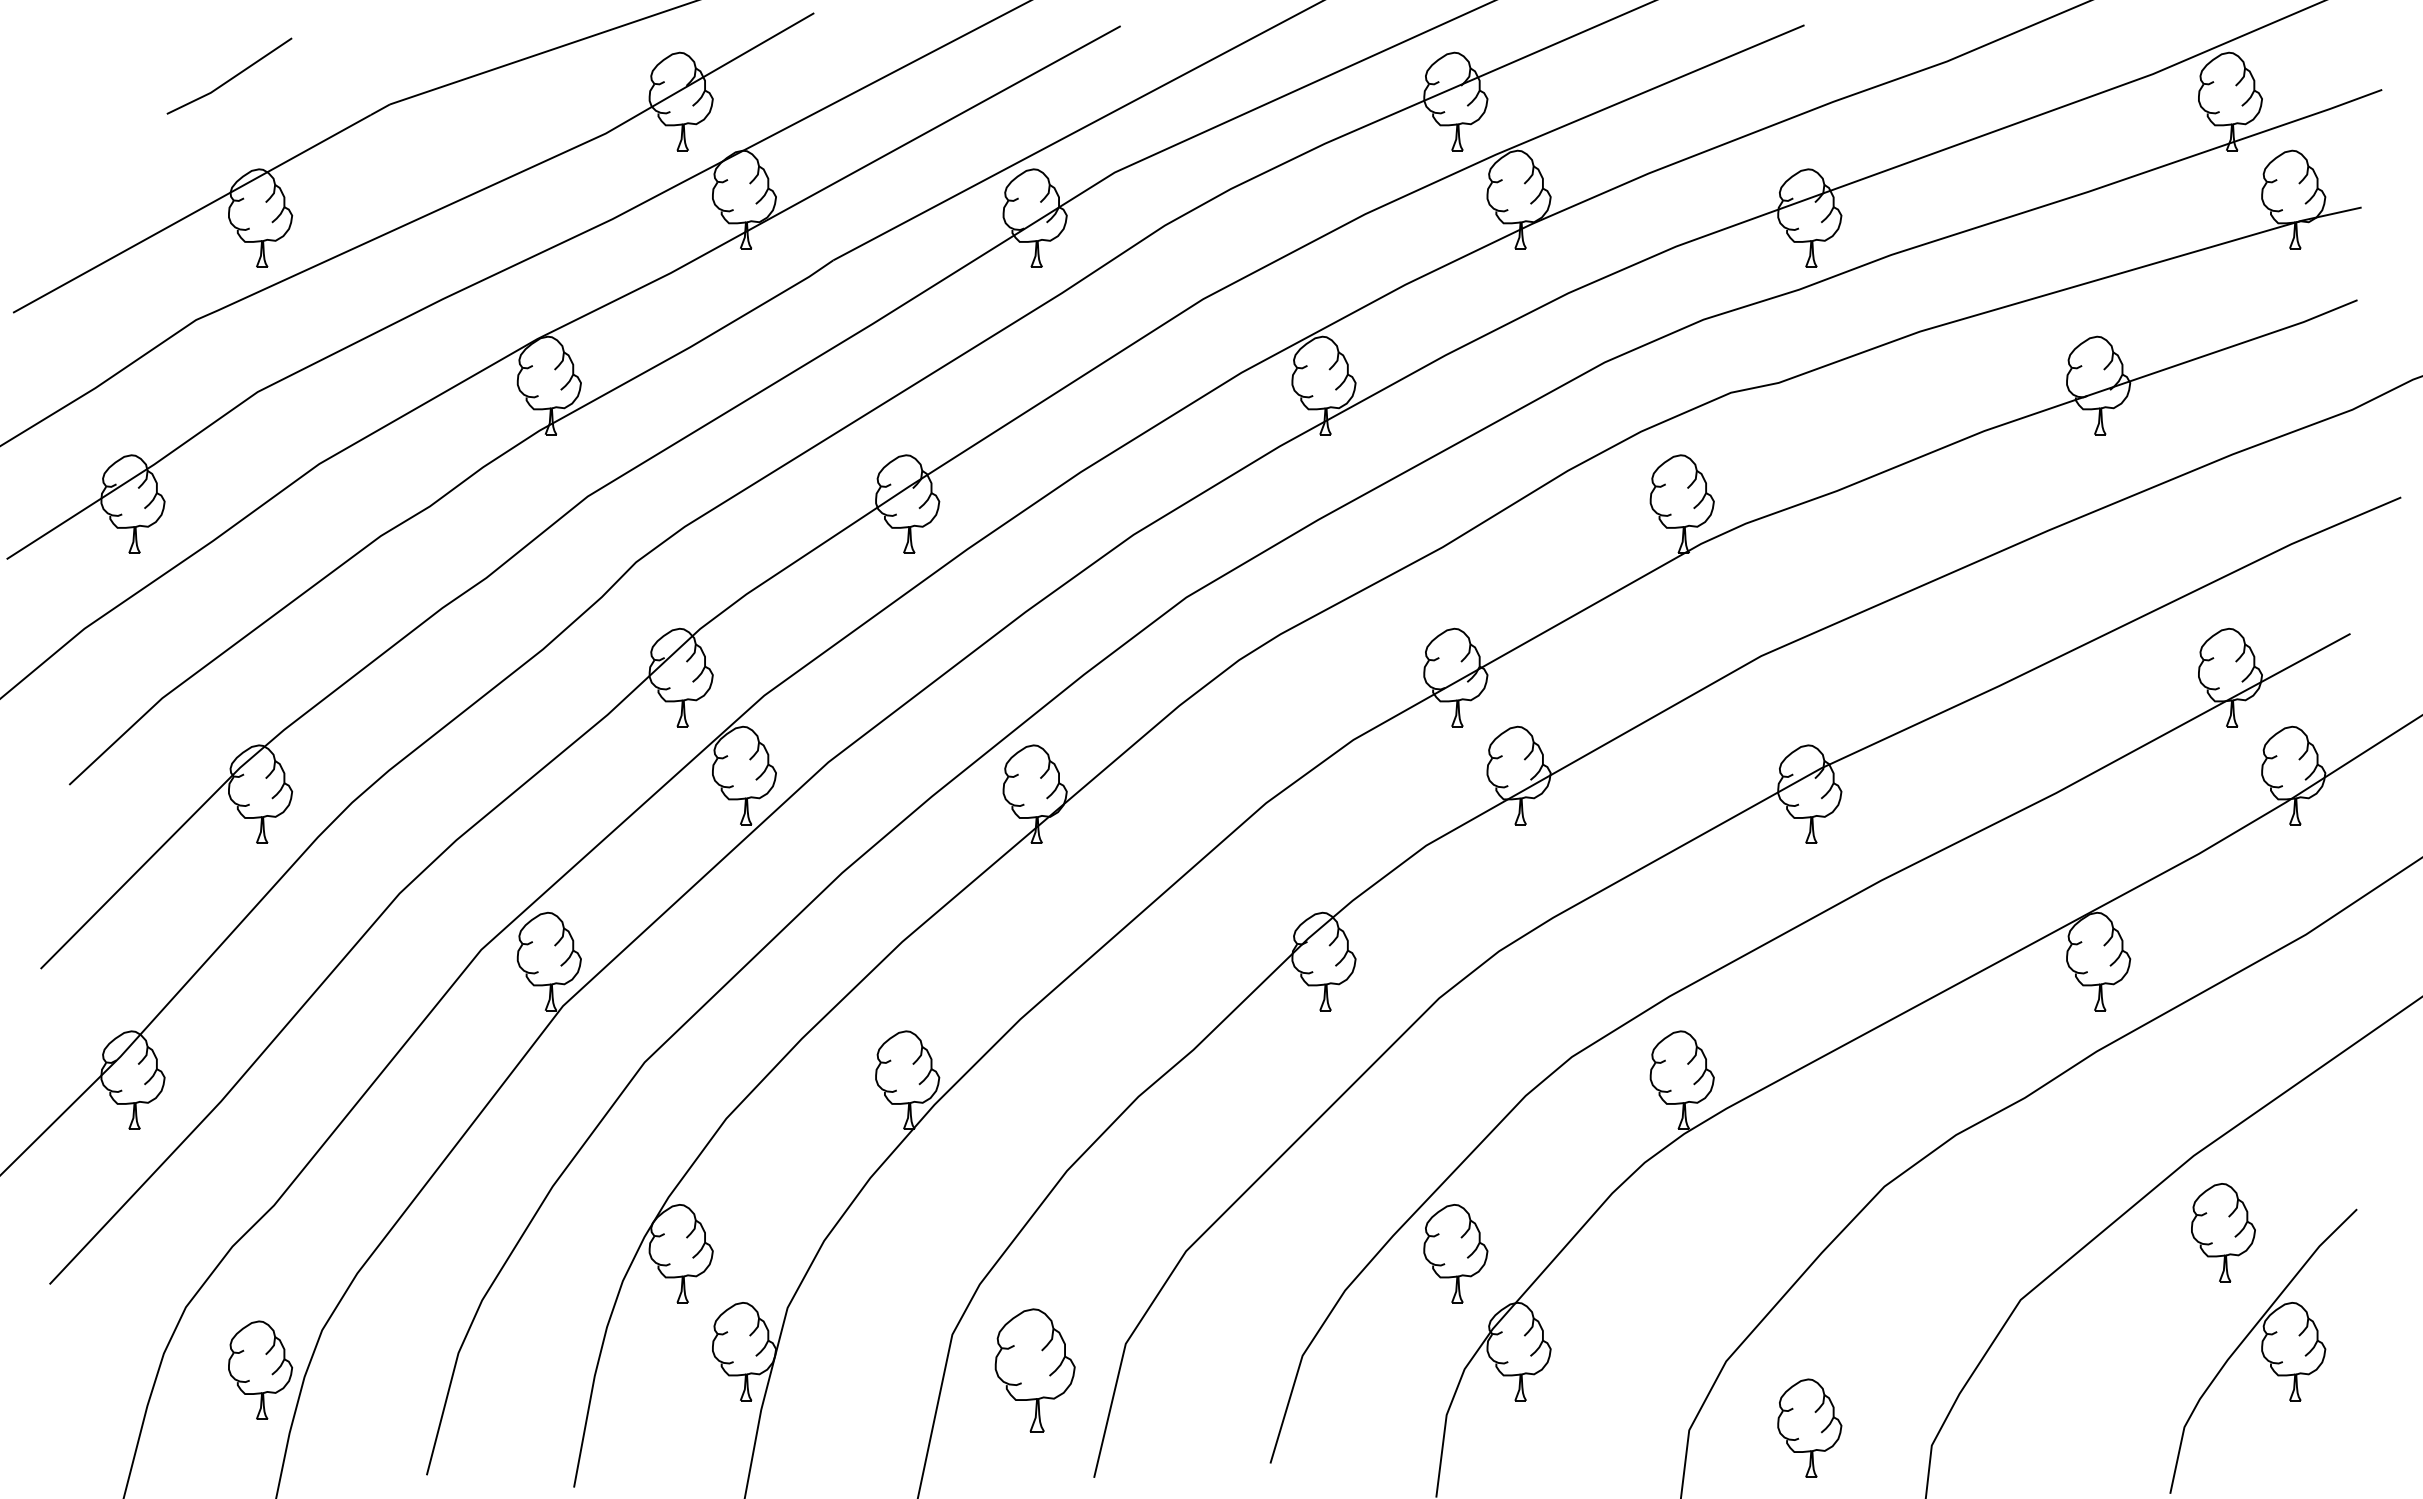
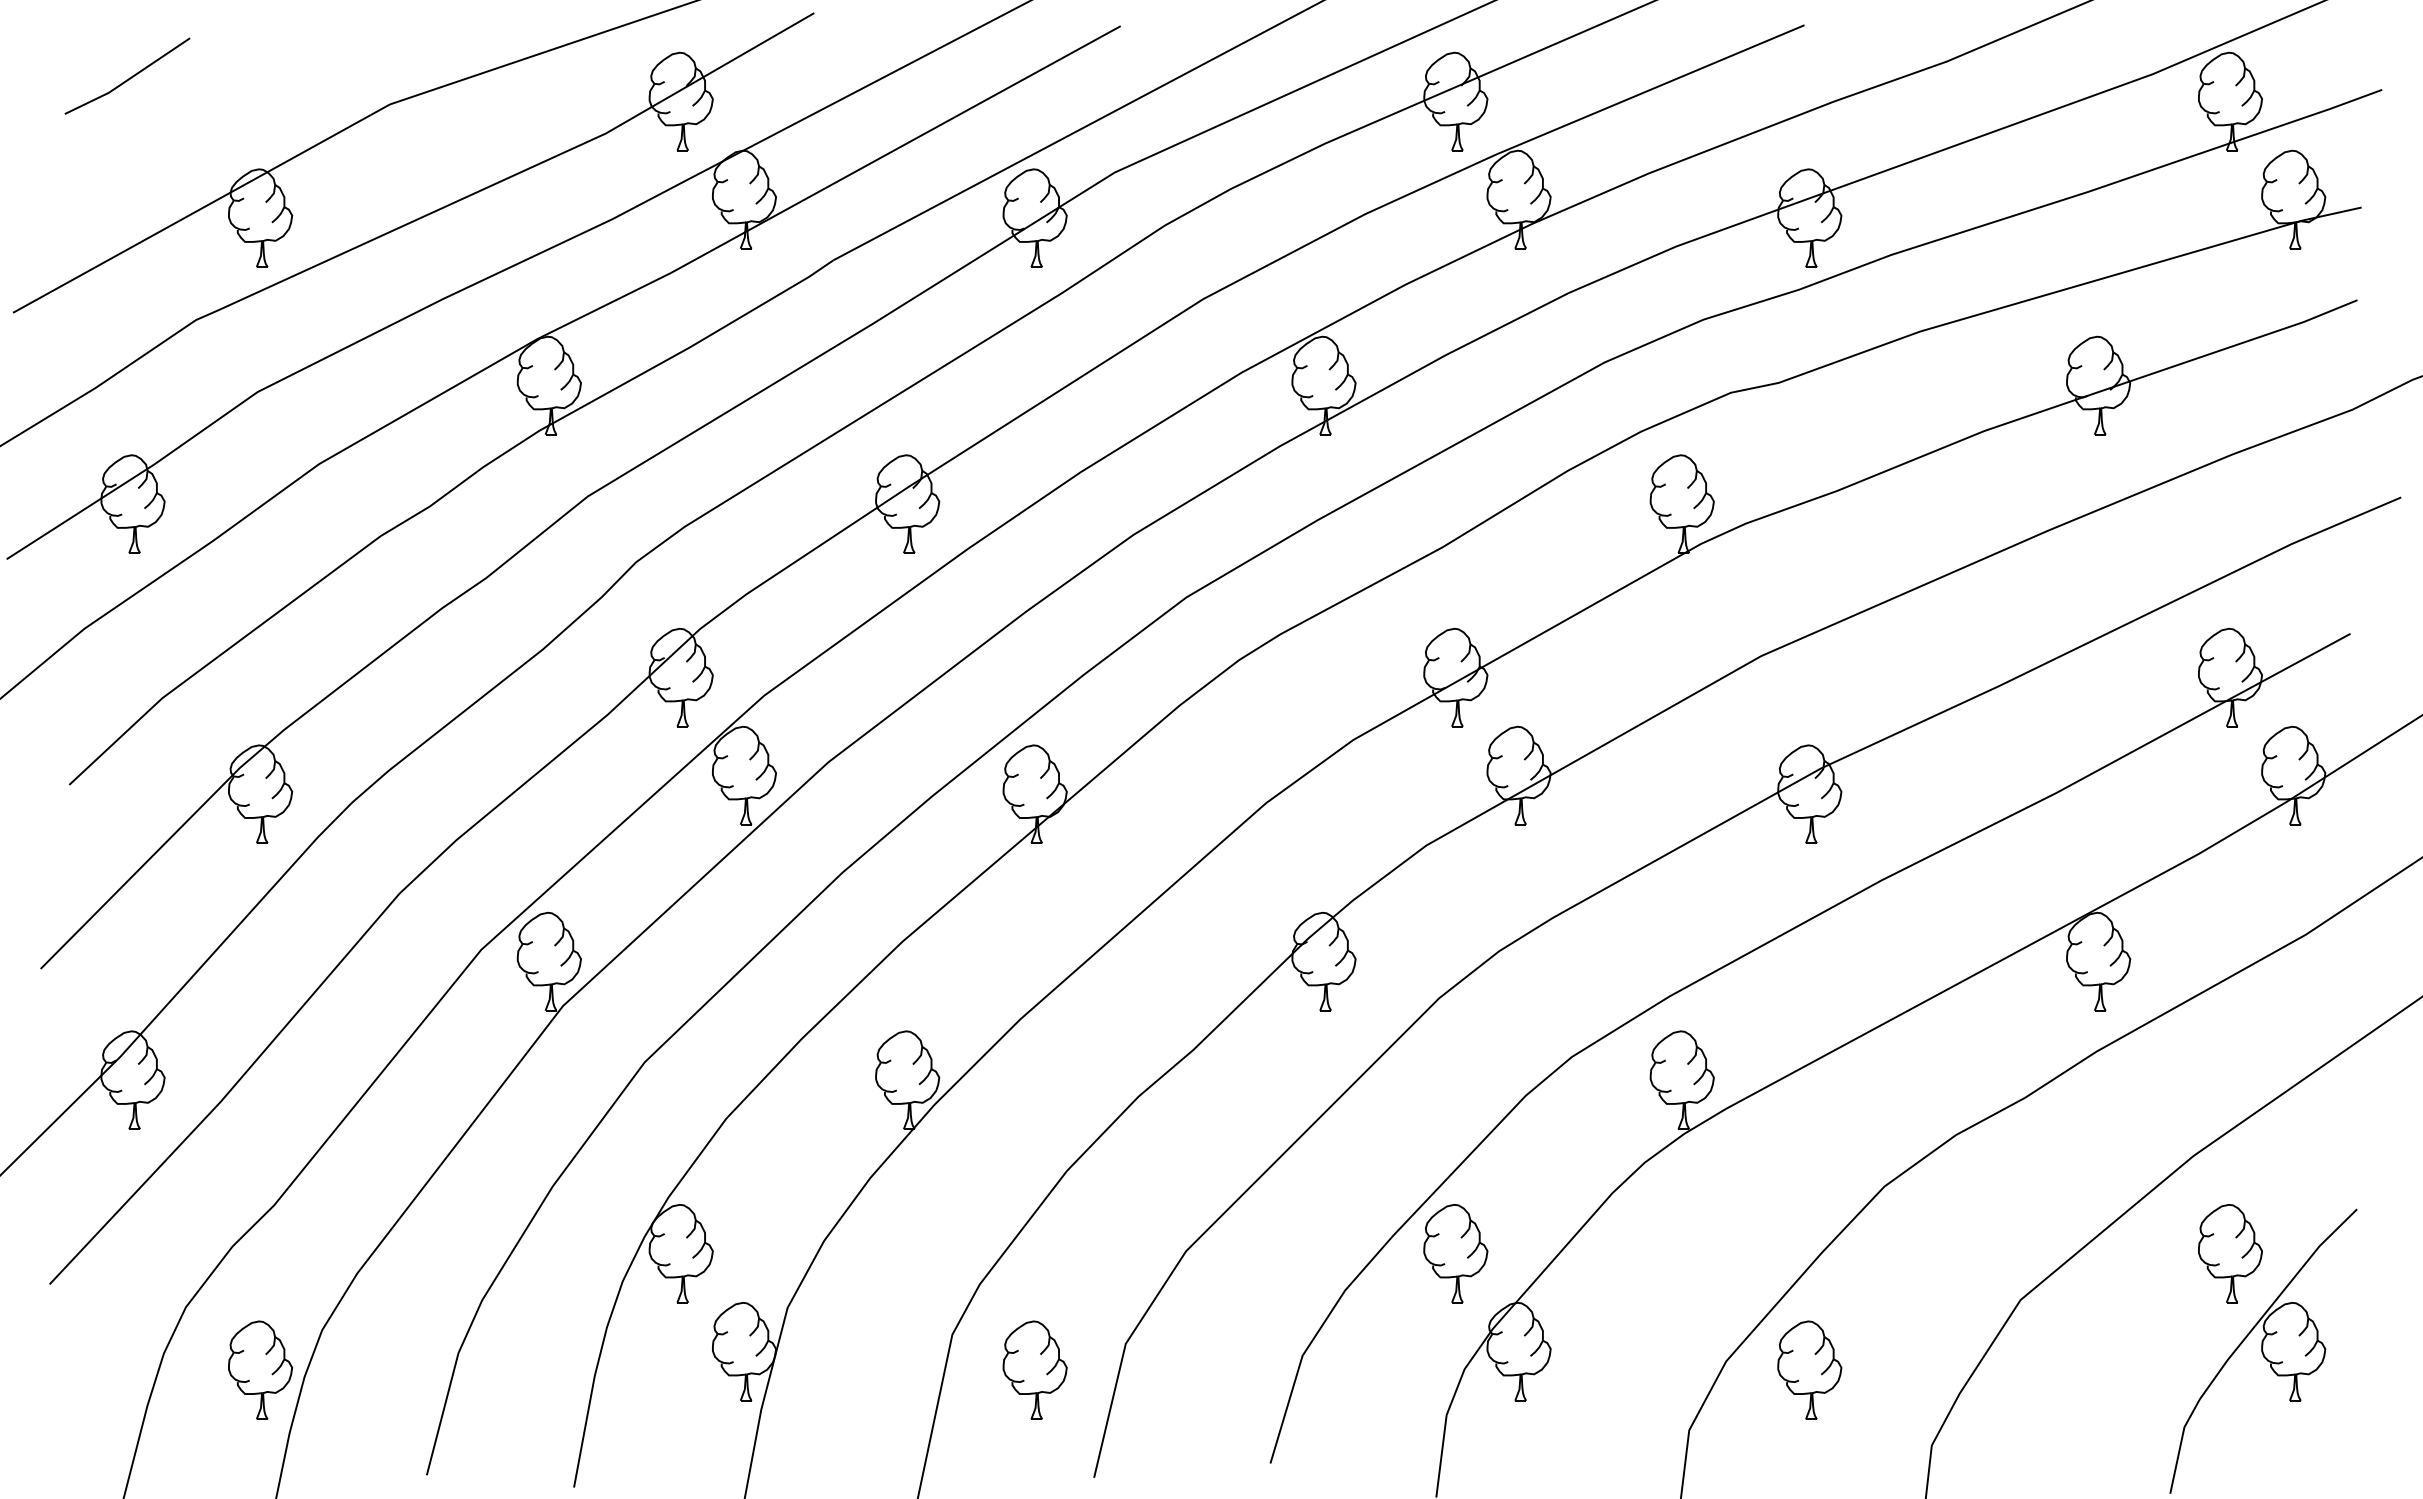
line at (231, 77) position: (231, 77) -> (129, 77)
part at (2223, 1232) position: (2223, 1232) -> (2230, 1253)
part at (1034, 1370) size: 82x125 px -> 66x100 px
part at (1809, 1427) position: (1809, 1427) -> (1809, 1369)
